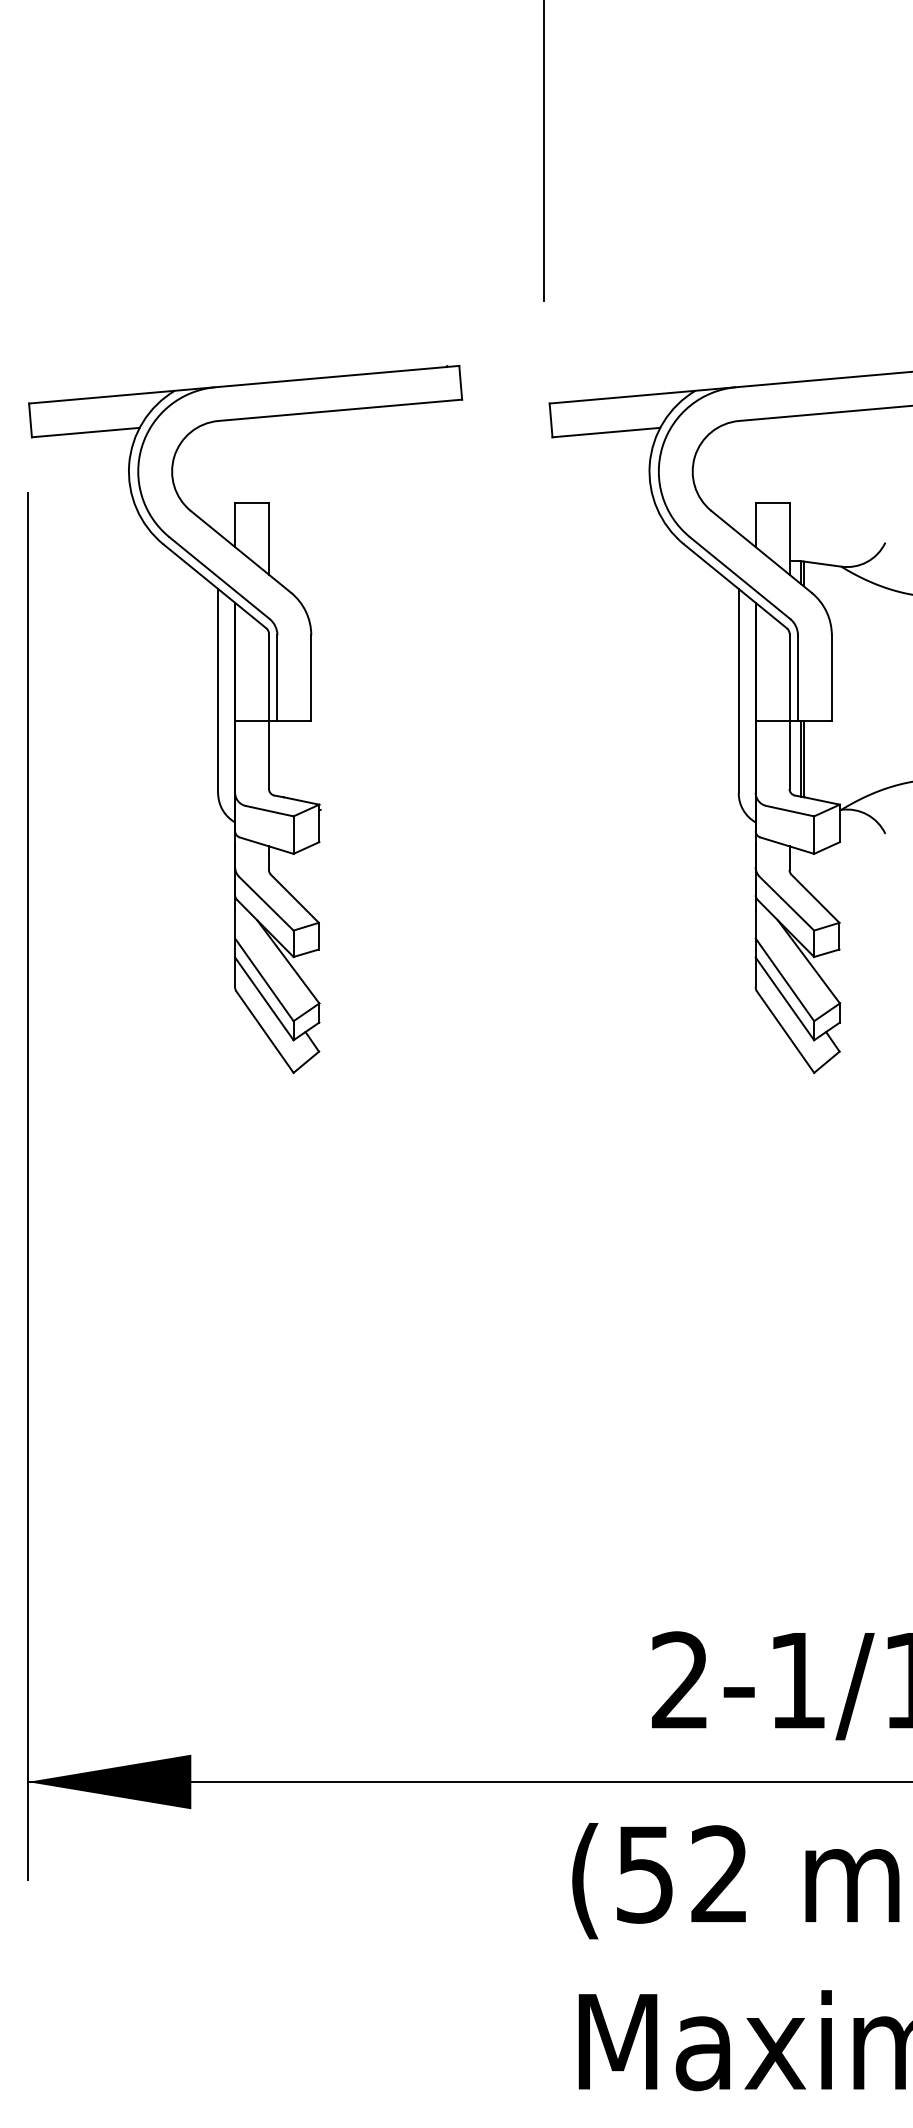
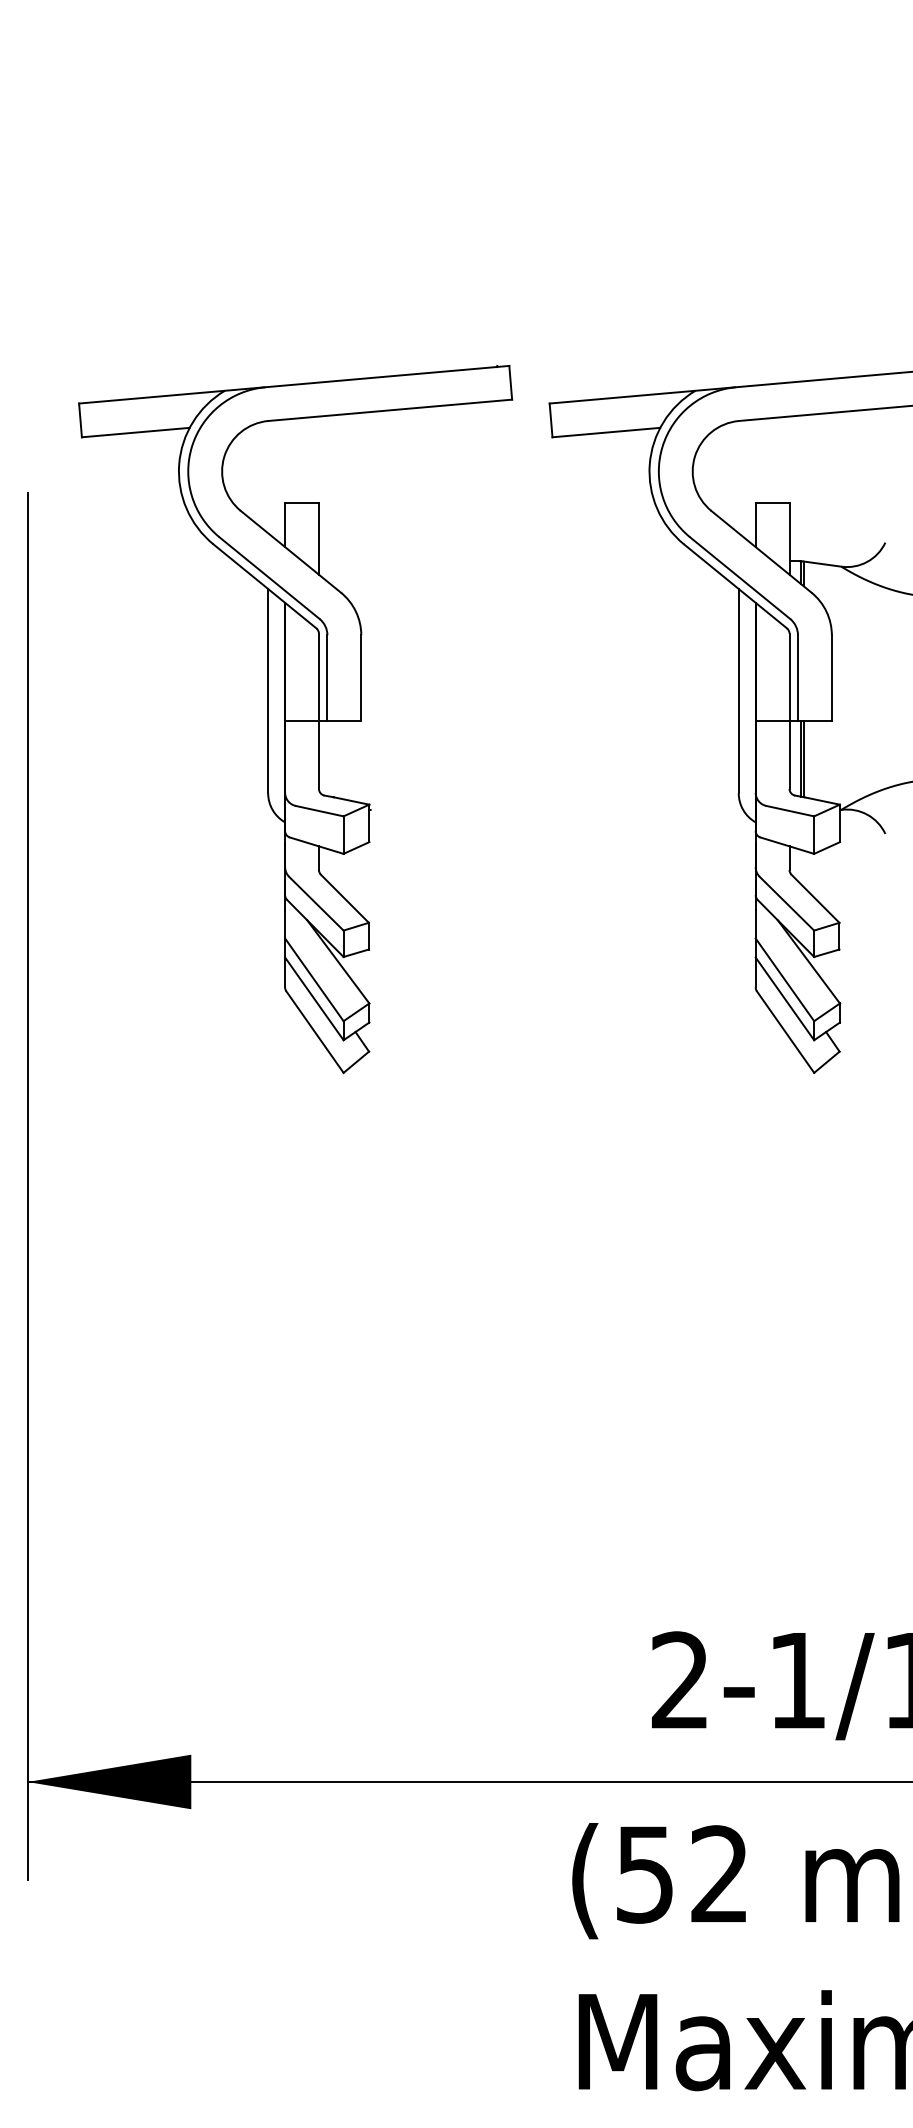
line at (543, 151): present -> none
part at (245, 718) position: (245, 718) -> (295, 718)
